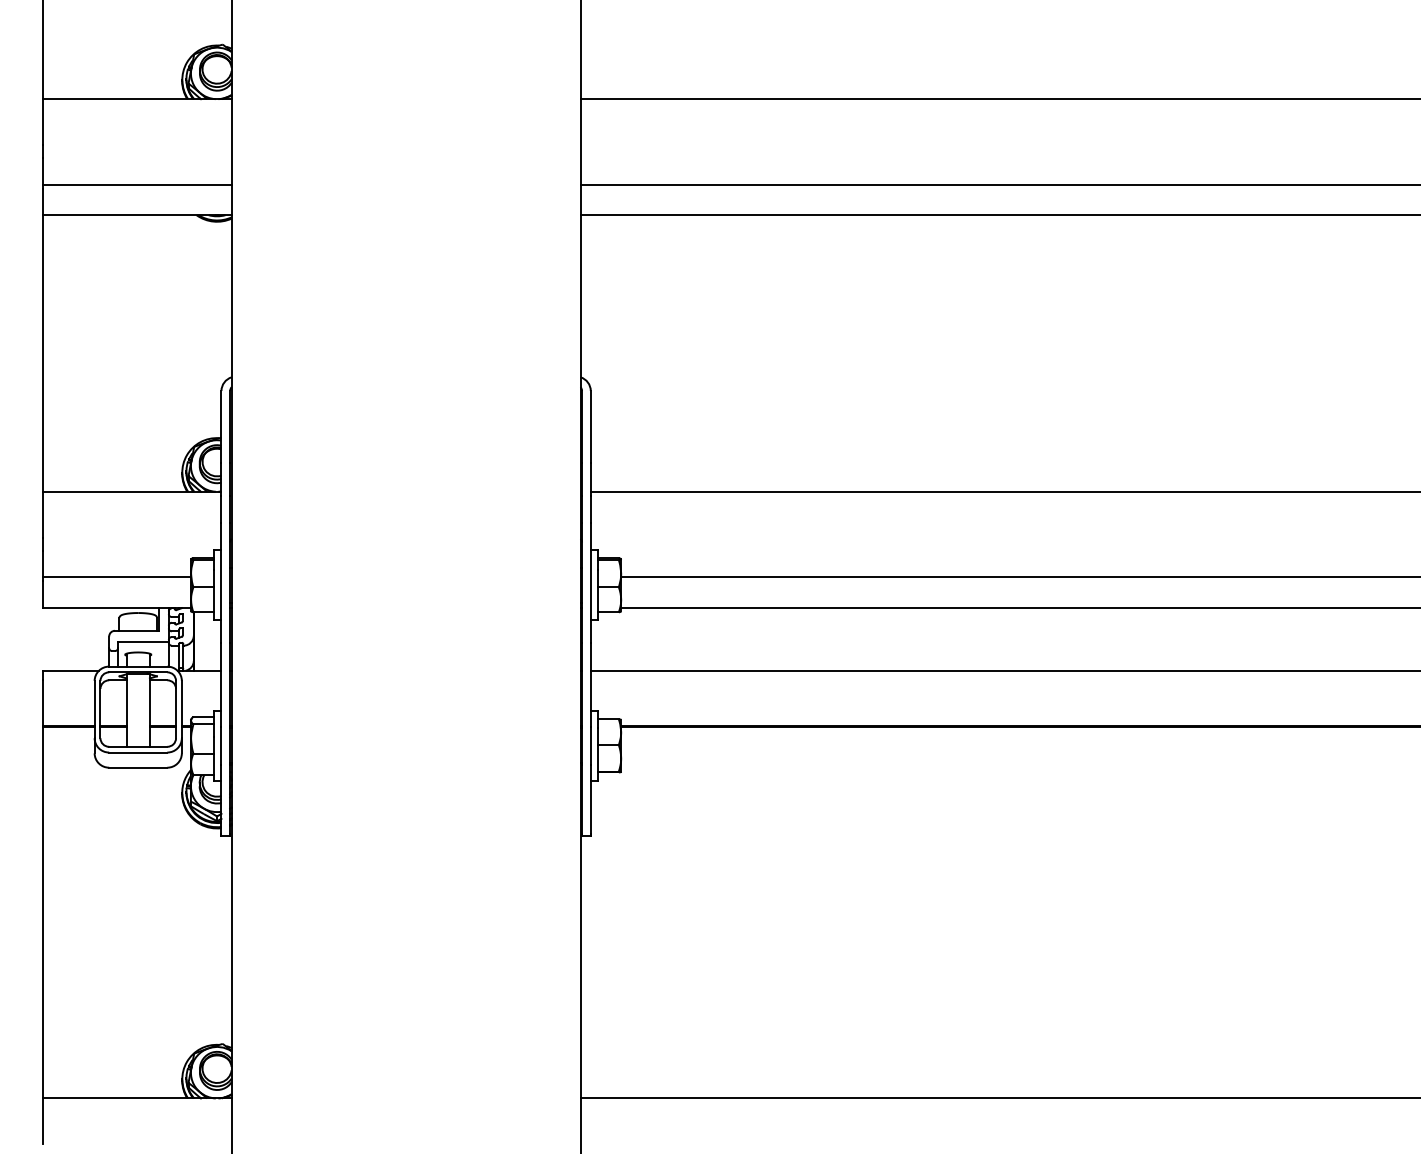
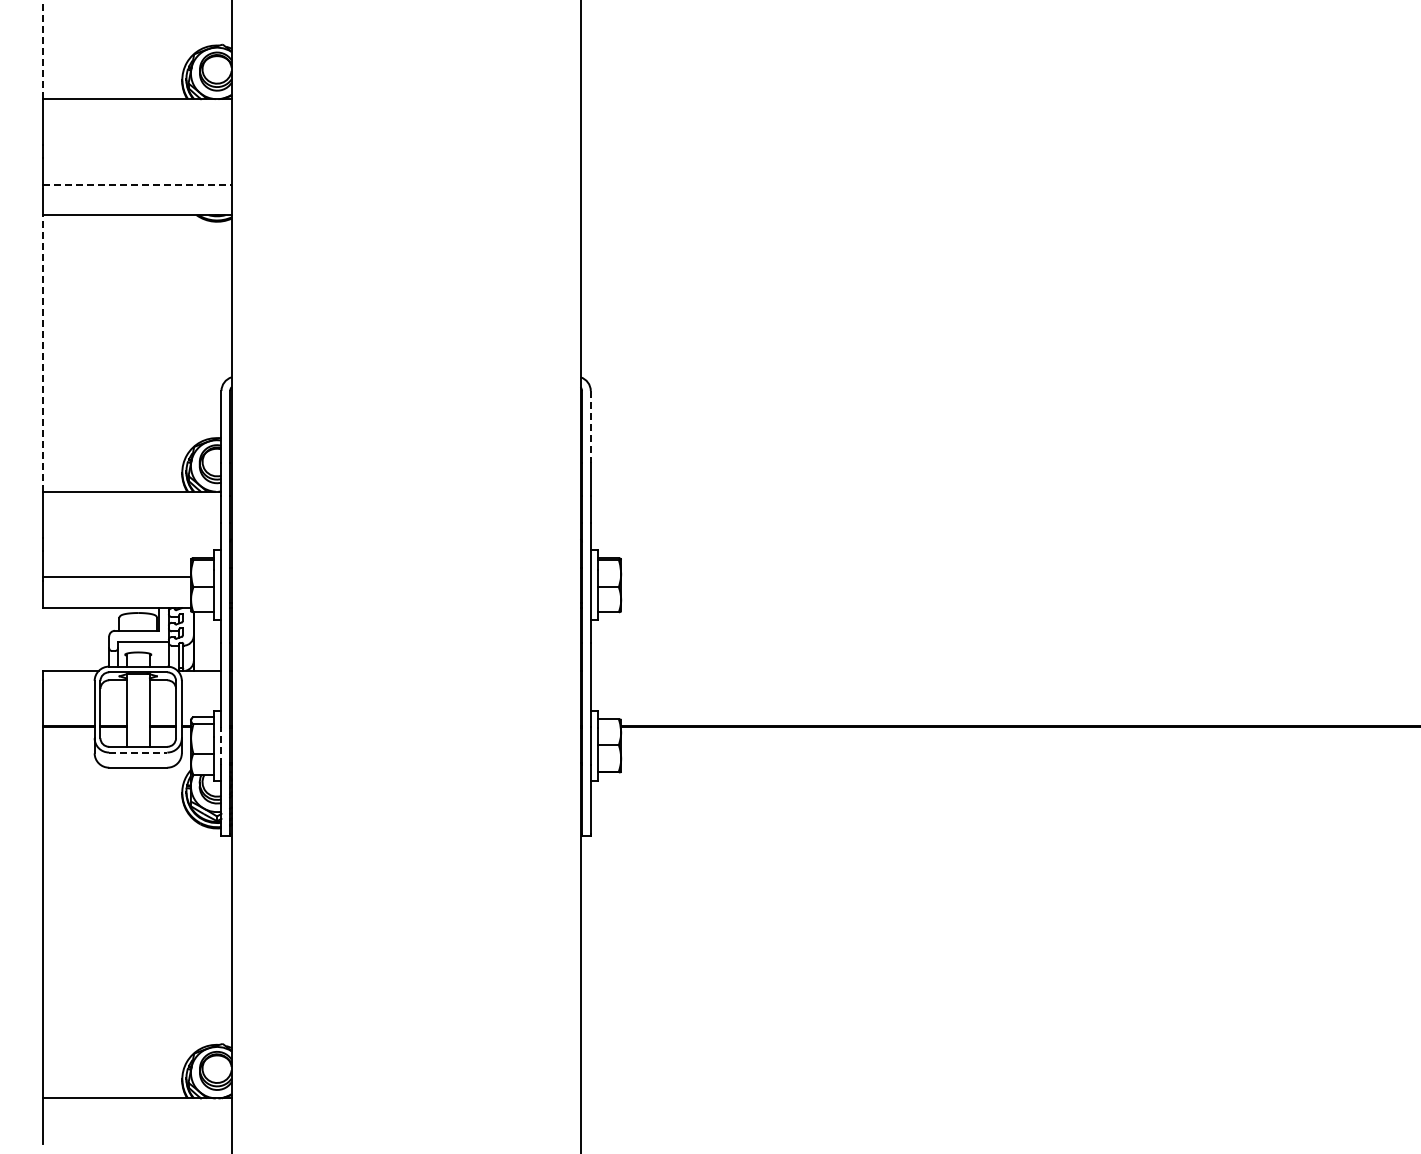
line at (42, 49): solid -> dashed
line at (998, 99): present -> none
line at (137, 184): solid -> dashed
line at (998, 184): present -> none
line at (998, 215): present -> none
line at (42, 352): solid -> dashed
line at (590, 426): solid -> dashed
line at (1003, 491): present -> none
line at (1019, 577): present -> none
line at (1019, 607): present -> none
line at (1003, 670): present -> none
line at (221, 745): solid -> dashed
line at (138, 752): solid -> dashed
line at (998, 1098): present -> none
